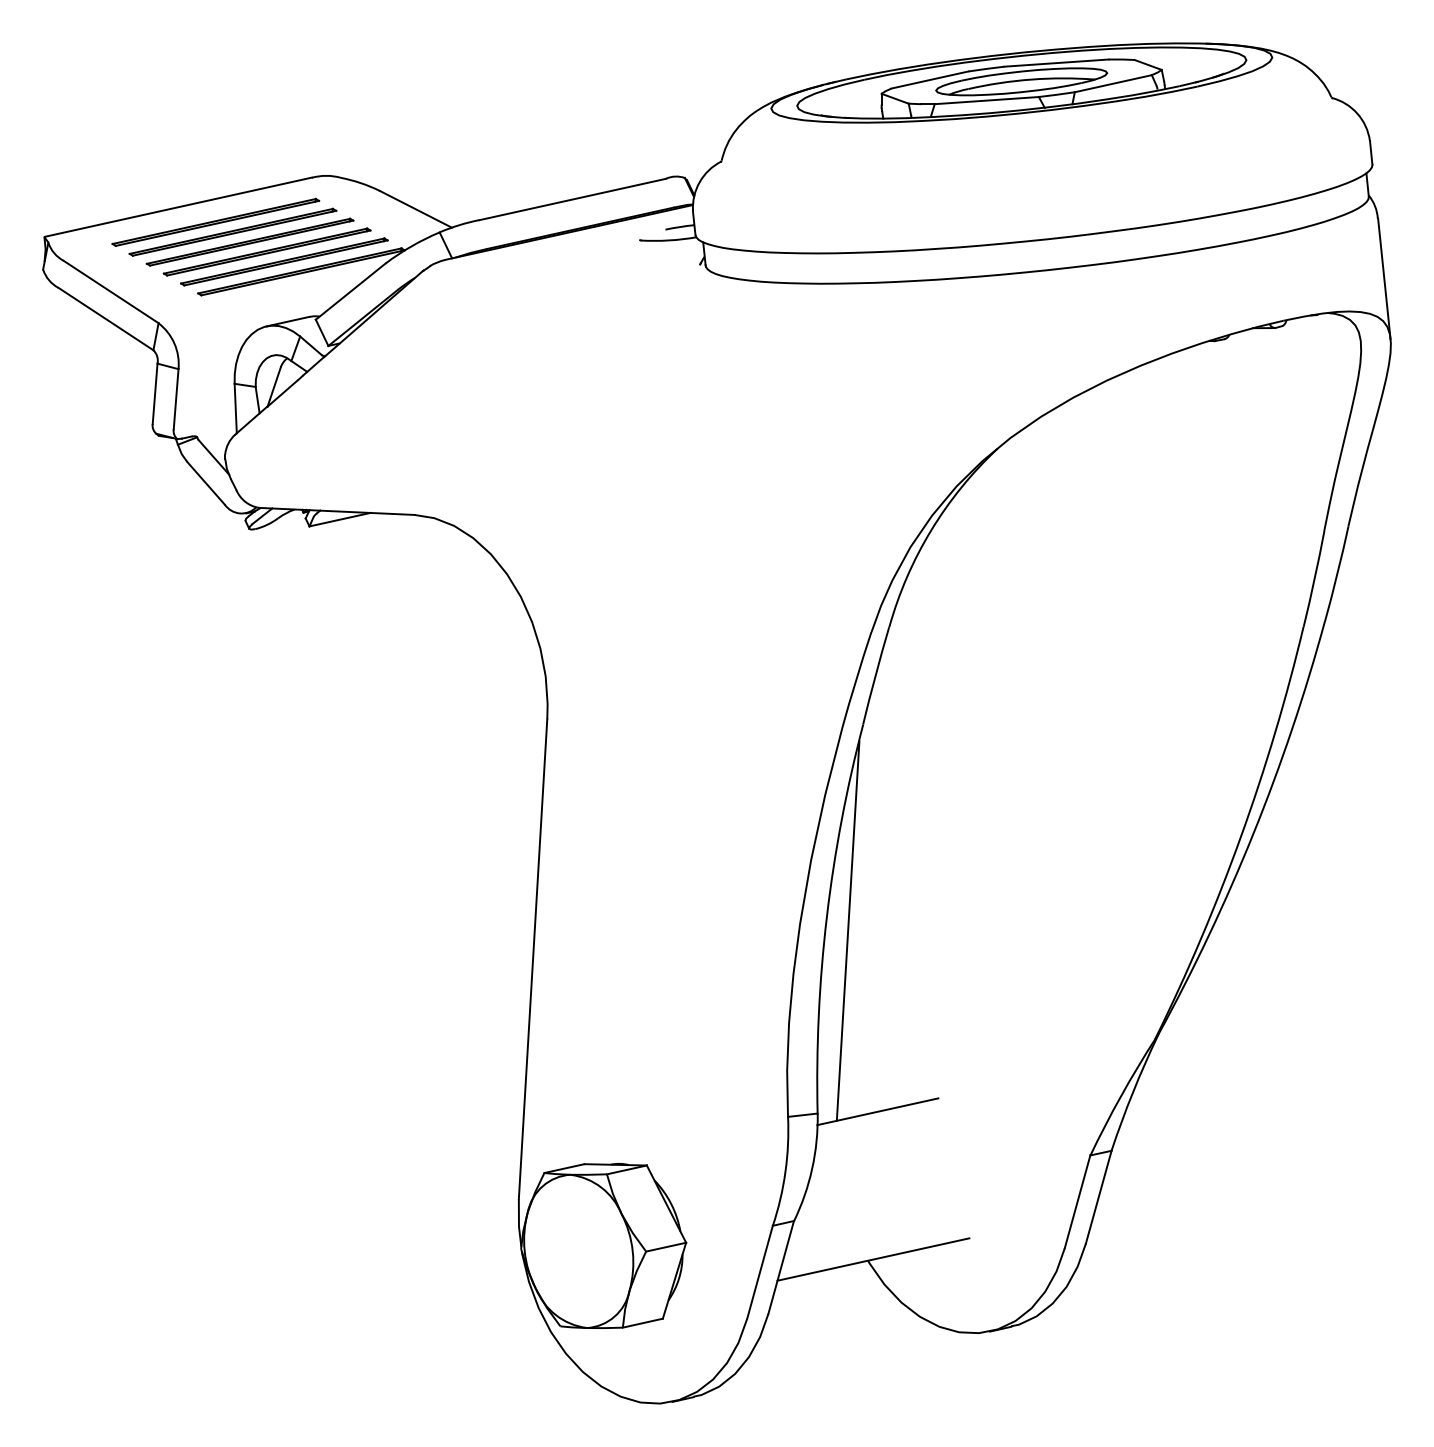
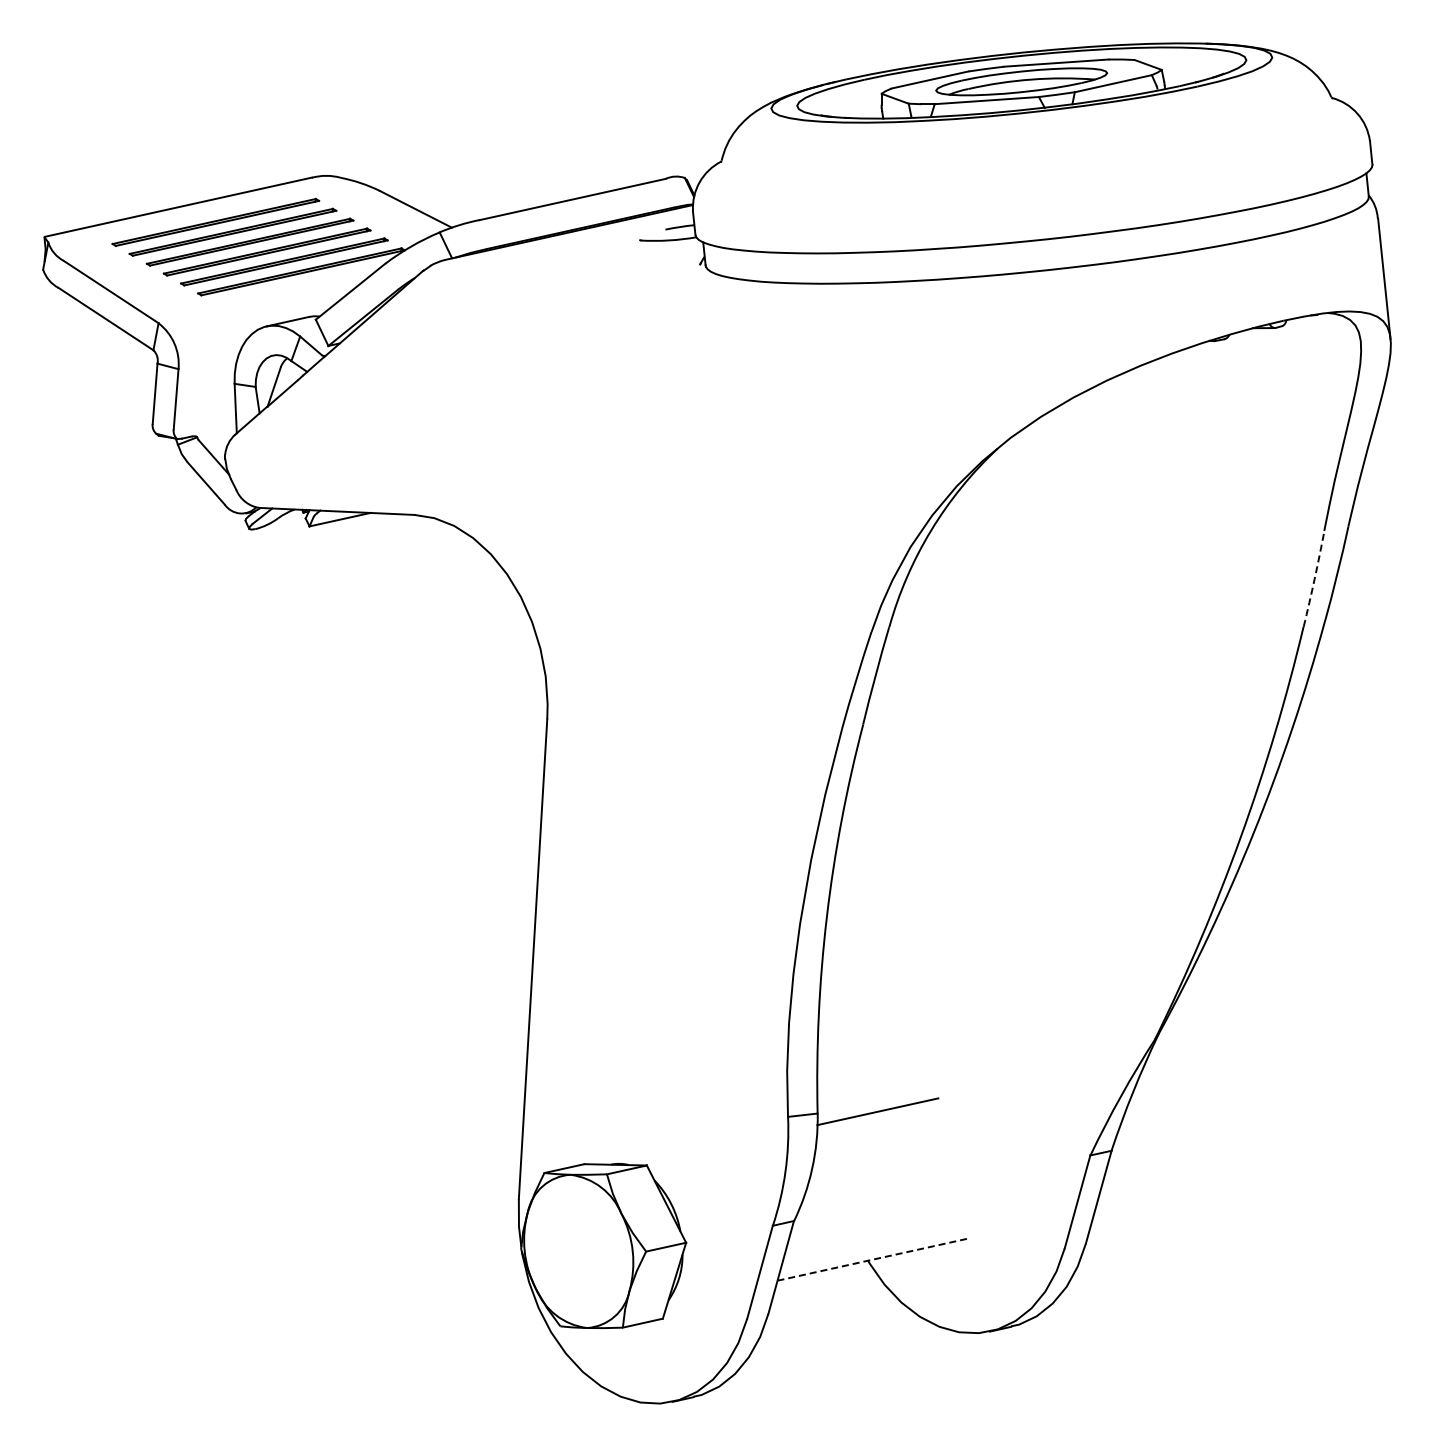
arc at (1314, 578): solid -> dashed
line at (847, 930): present -> none
line at (873, 1259): solid -> dashed
